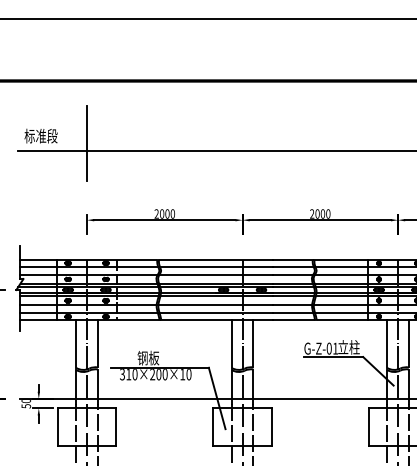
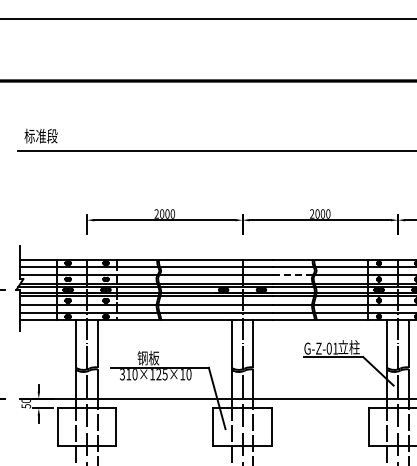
line at (87, 143): present -> none
line at (293, 275): solid -> dashed
text at (158, 374): 310×200×10 -> 310×125×10
